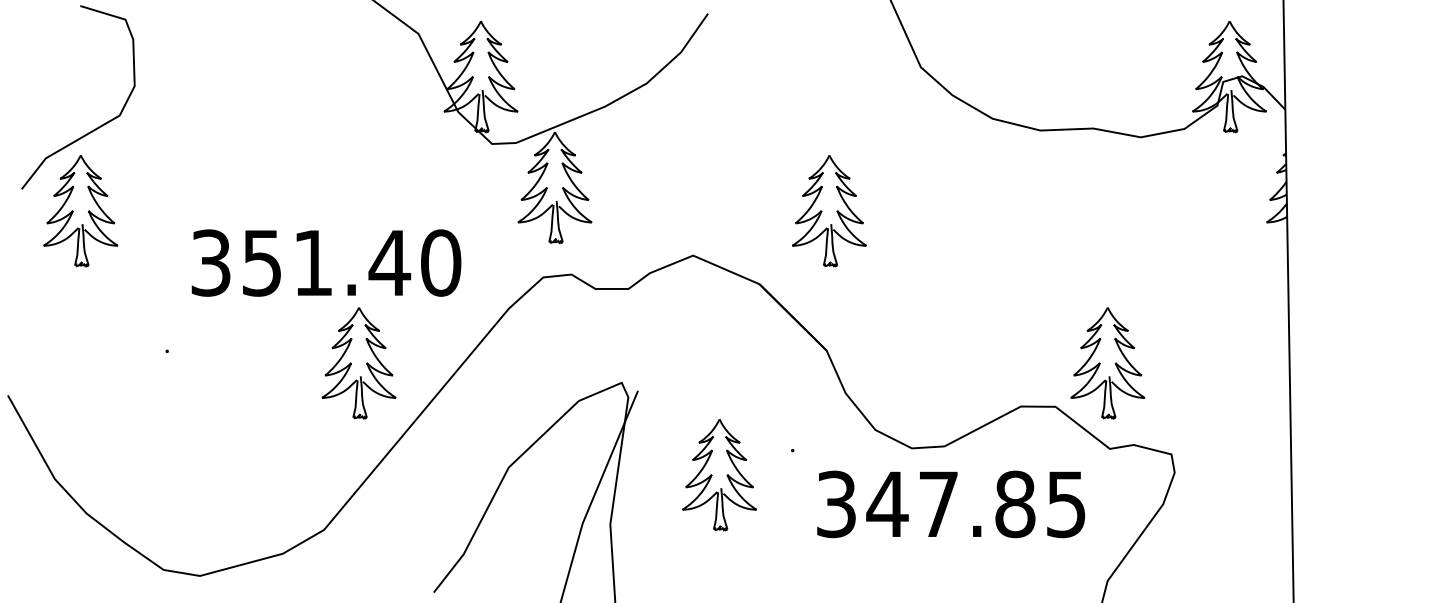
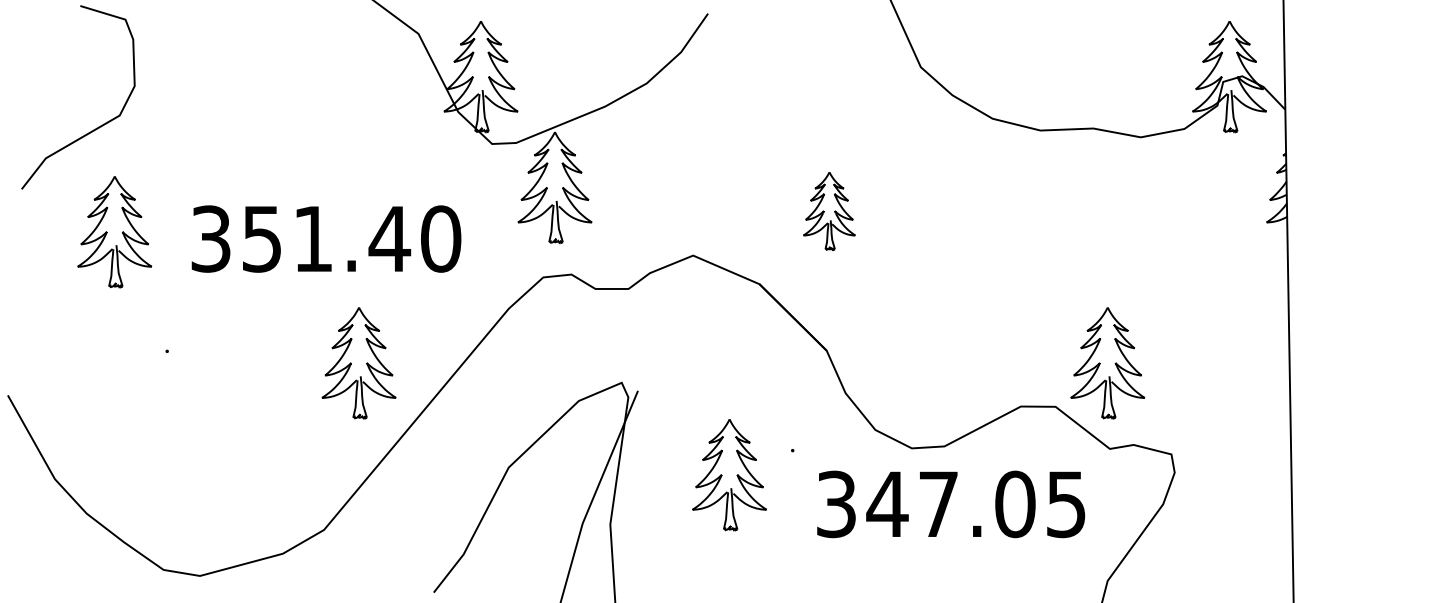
part at (80, 211) position: (80, 211) -> (114, 232)
part at (829, 211) size: 75x113 px -> 53x79 px
text at (326, 262) position: (326, 262) -> (326, 238)
part at (719, 475) position: (719, 475) -> (729, 475)
text at (1015, 504): 347.85 -> 347.05
